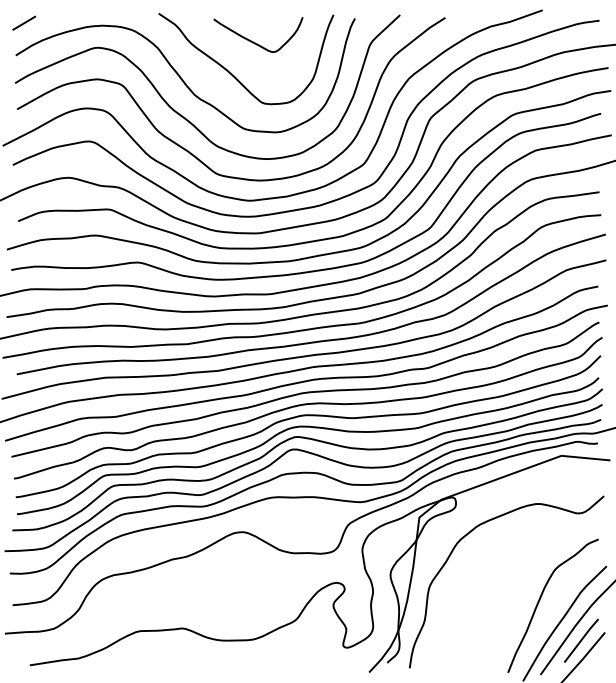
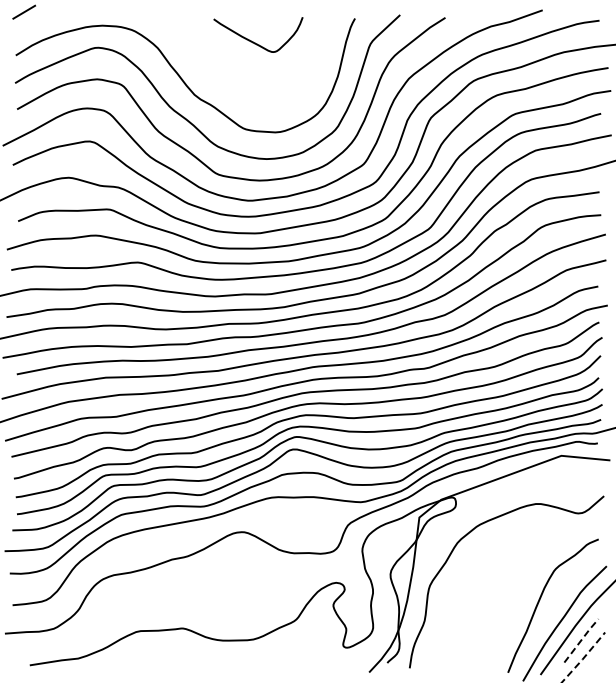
line at (23, 22) position: (23, 22) -> (23, 11)
curve at (232, 73): present -> none
line at (581, 639): solid -> dashed
line at (583, 658): solid -> dashed
